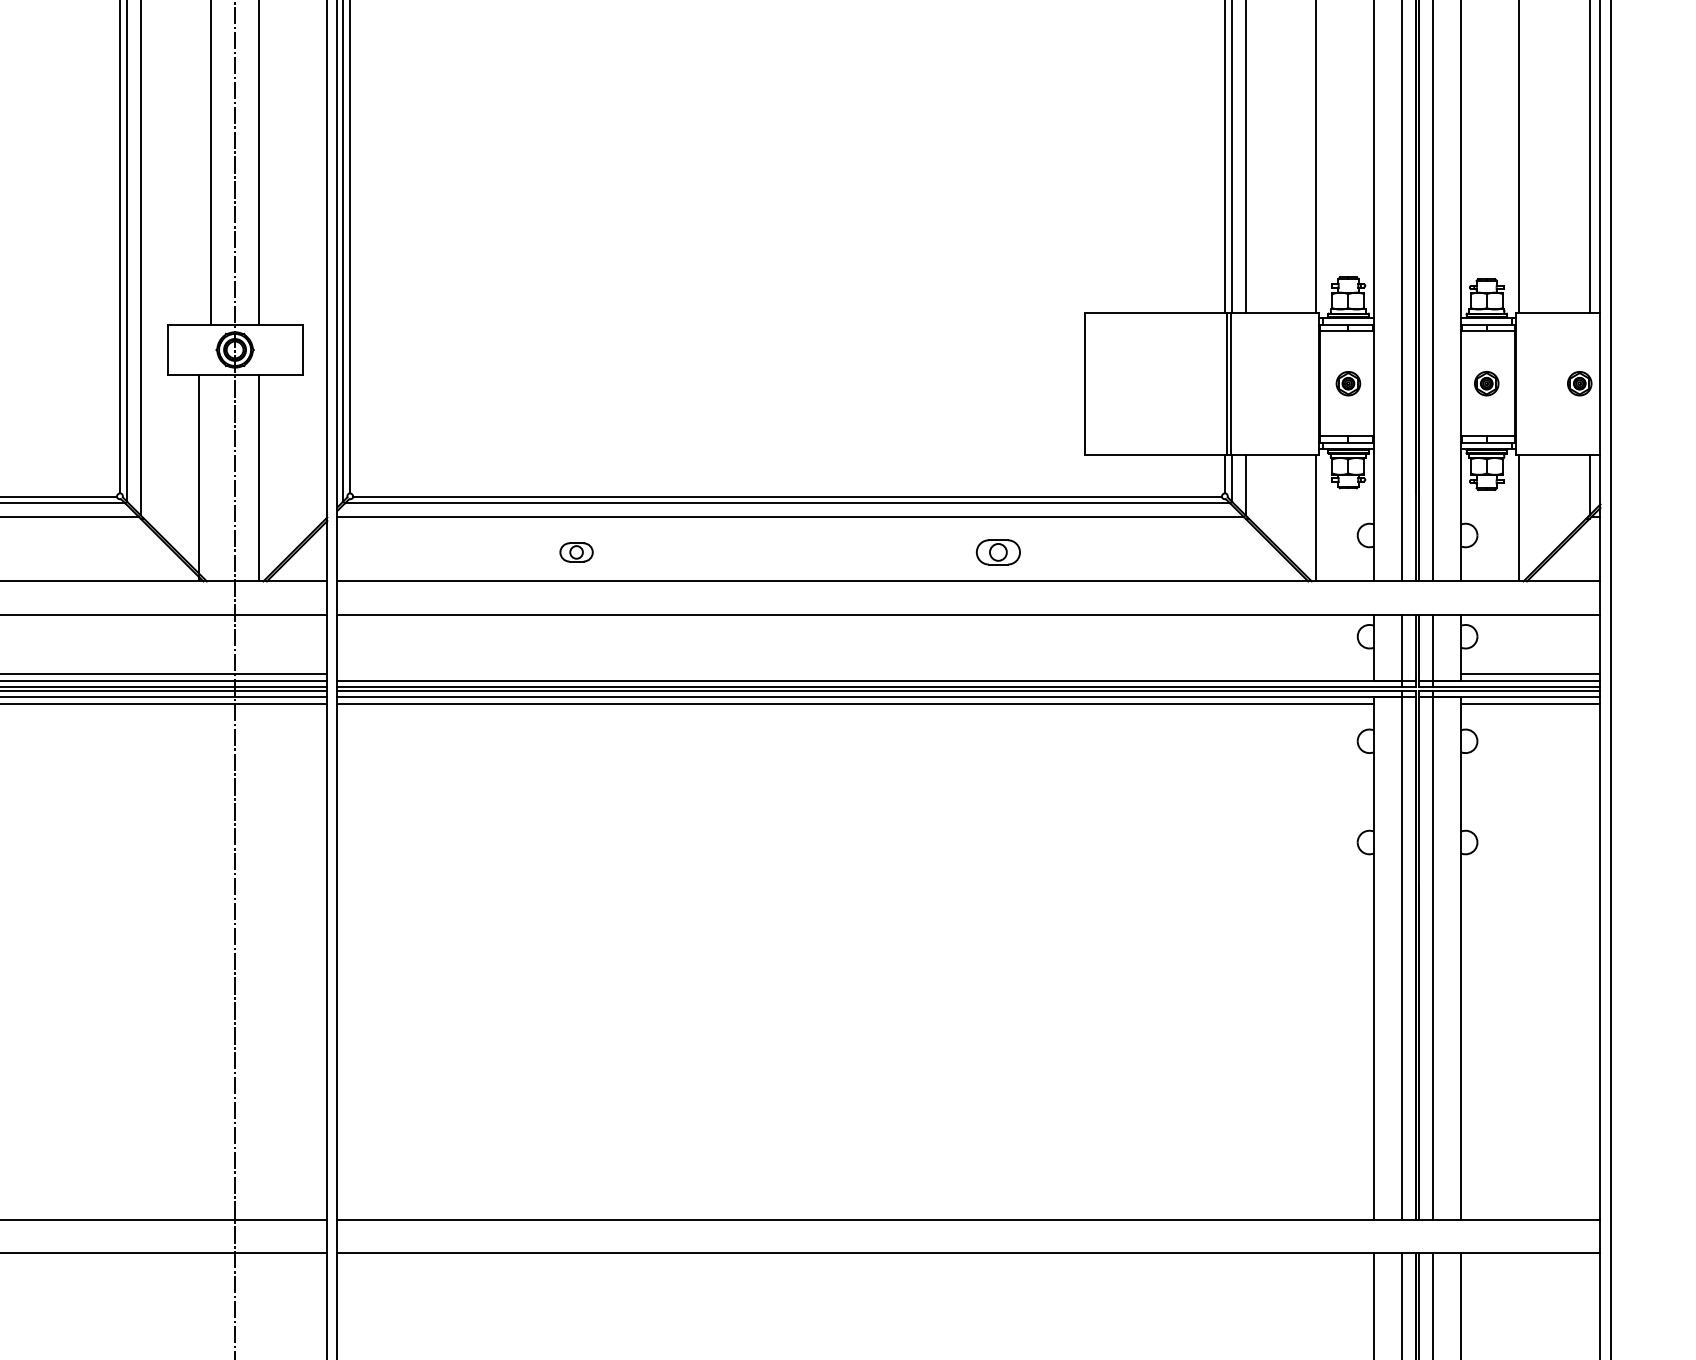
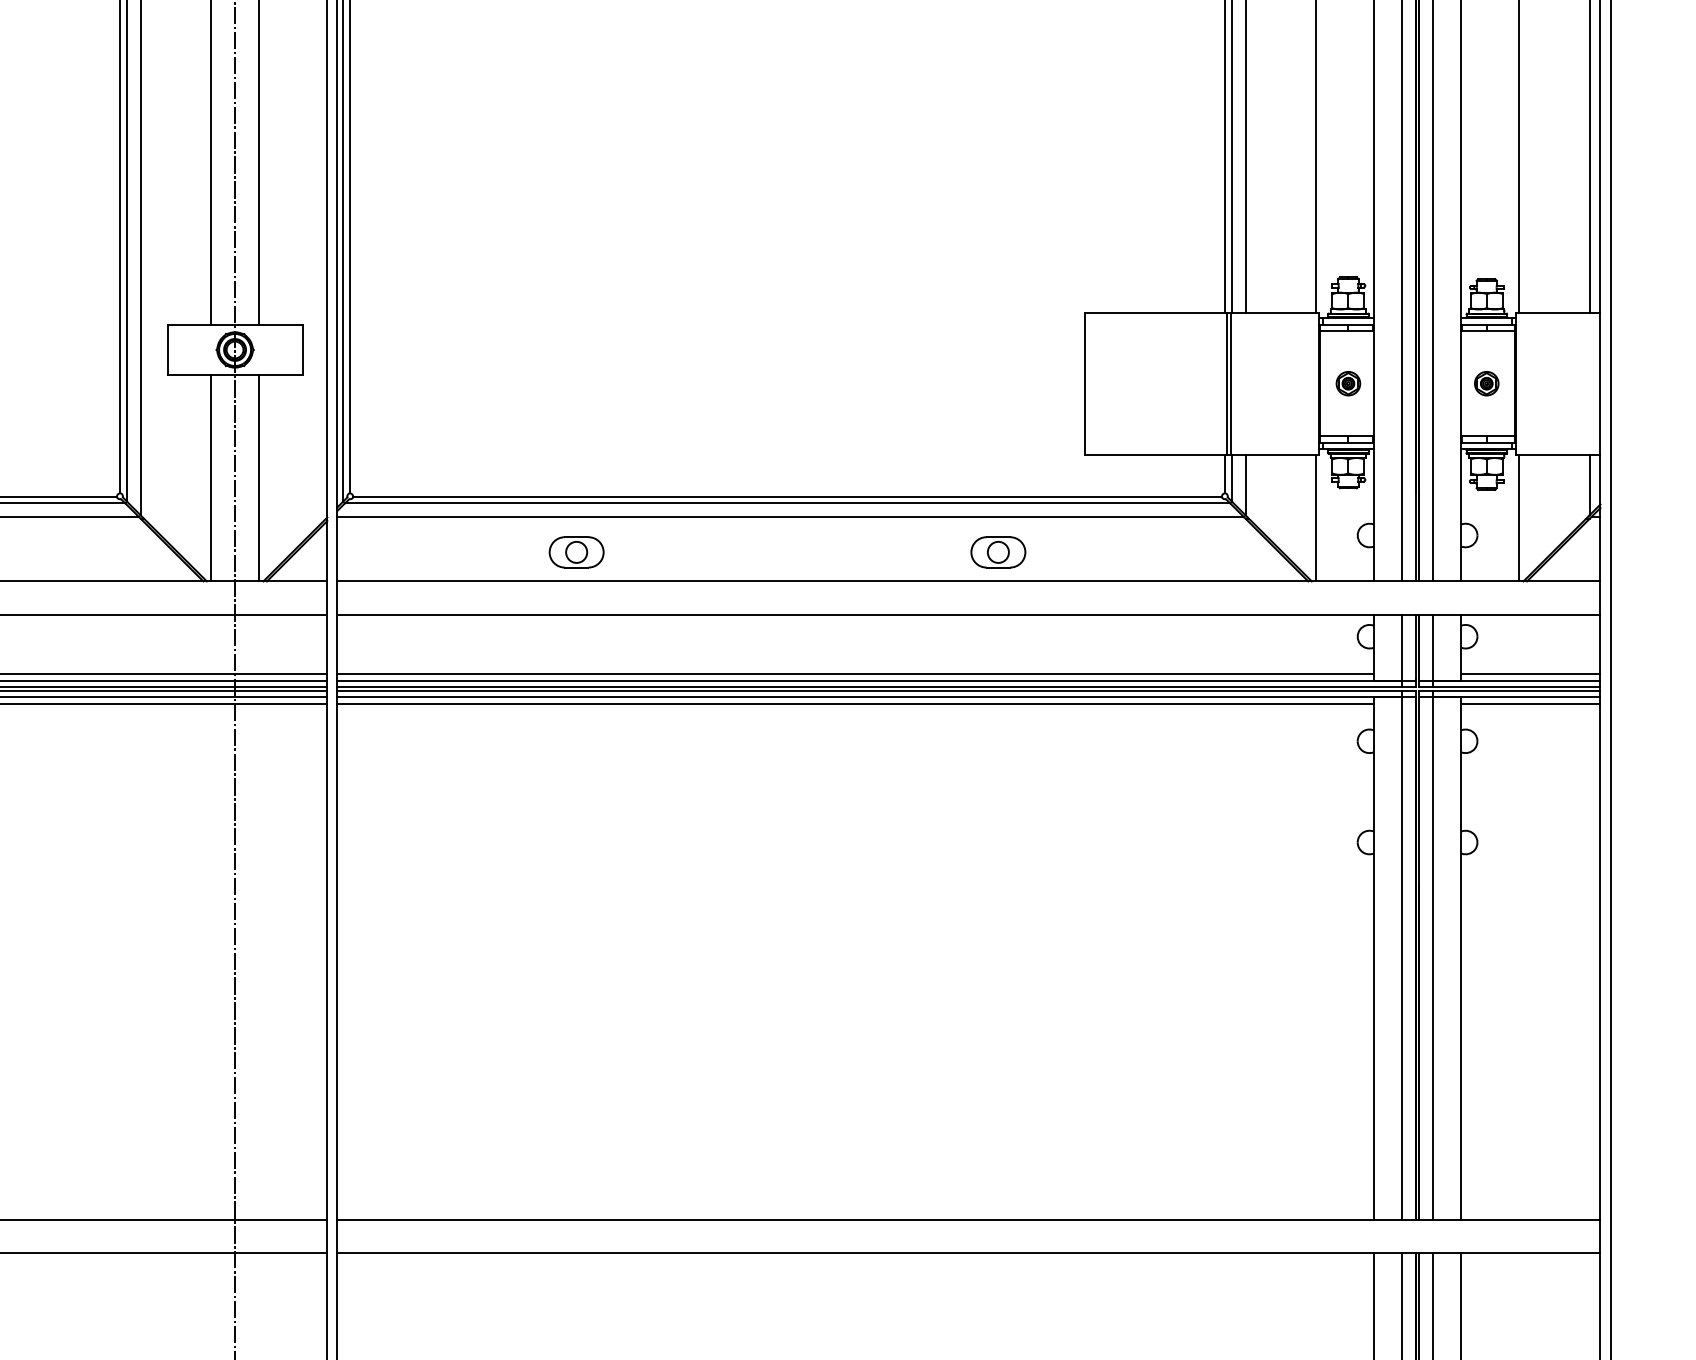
part at (1579, 383): present -> none
line at (199, 478) position: (199, 478) -> (211, 478)
part at (576, 552) size: 35x21 px -> 57x33 px
part at (997, 552) size: 46x27 px -> 57x33 px
line at (855, 673): none -> present
